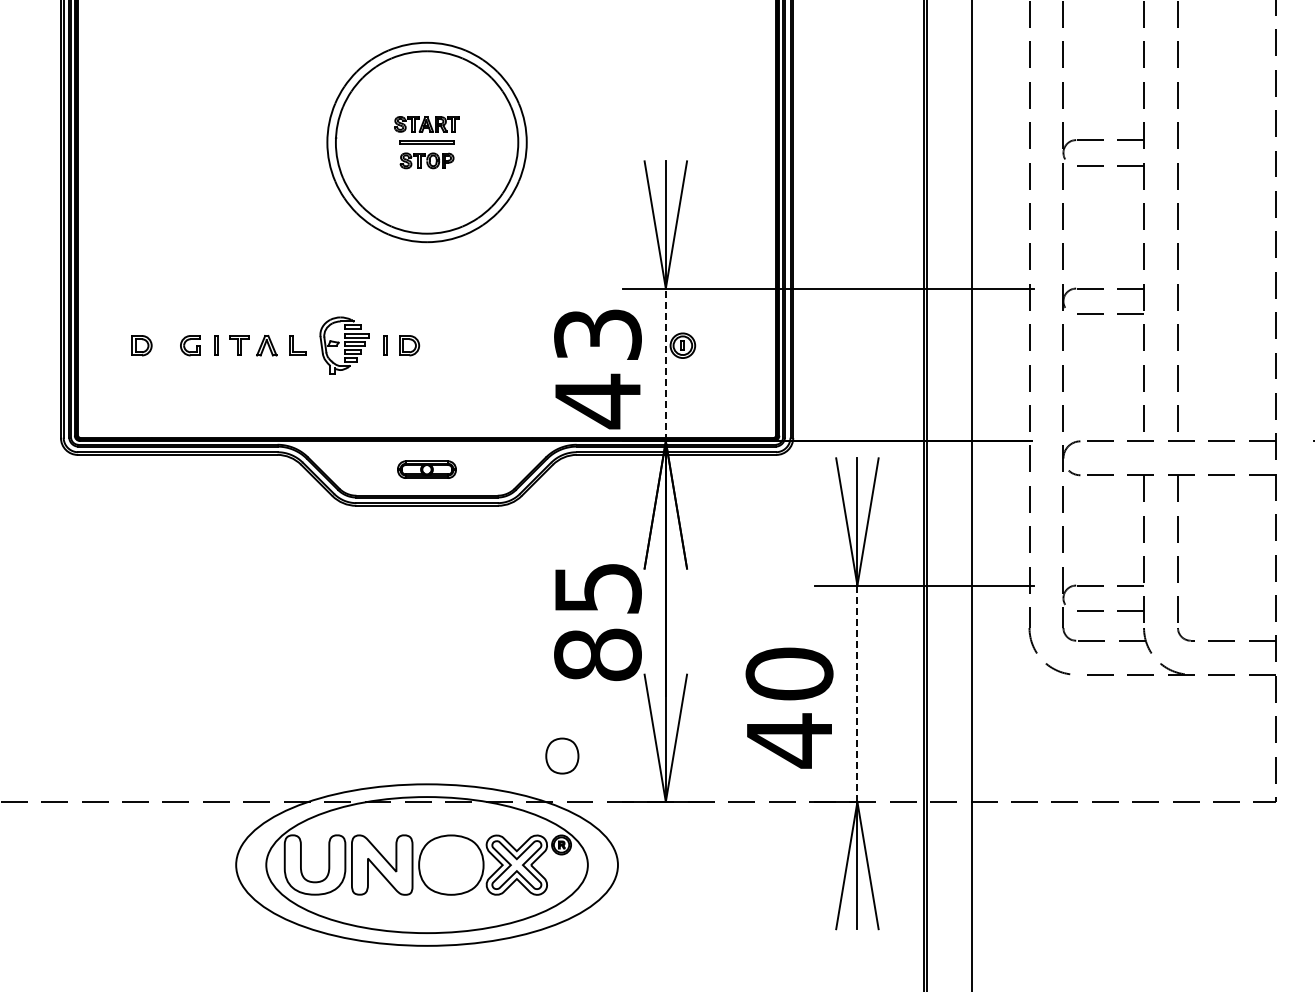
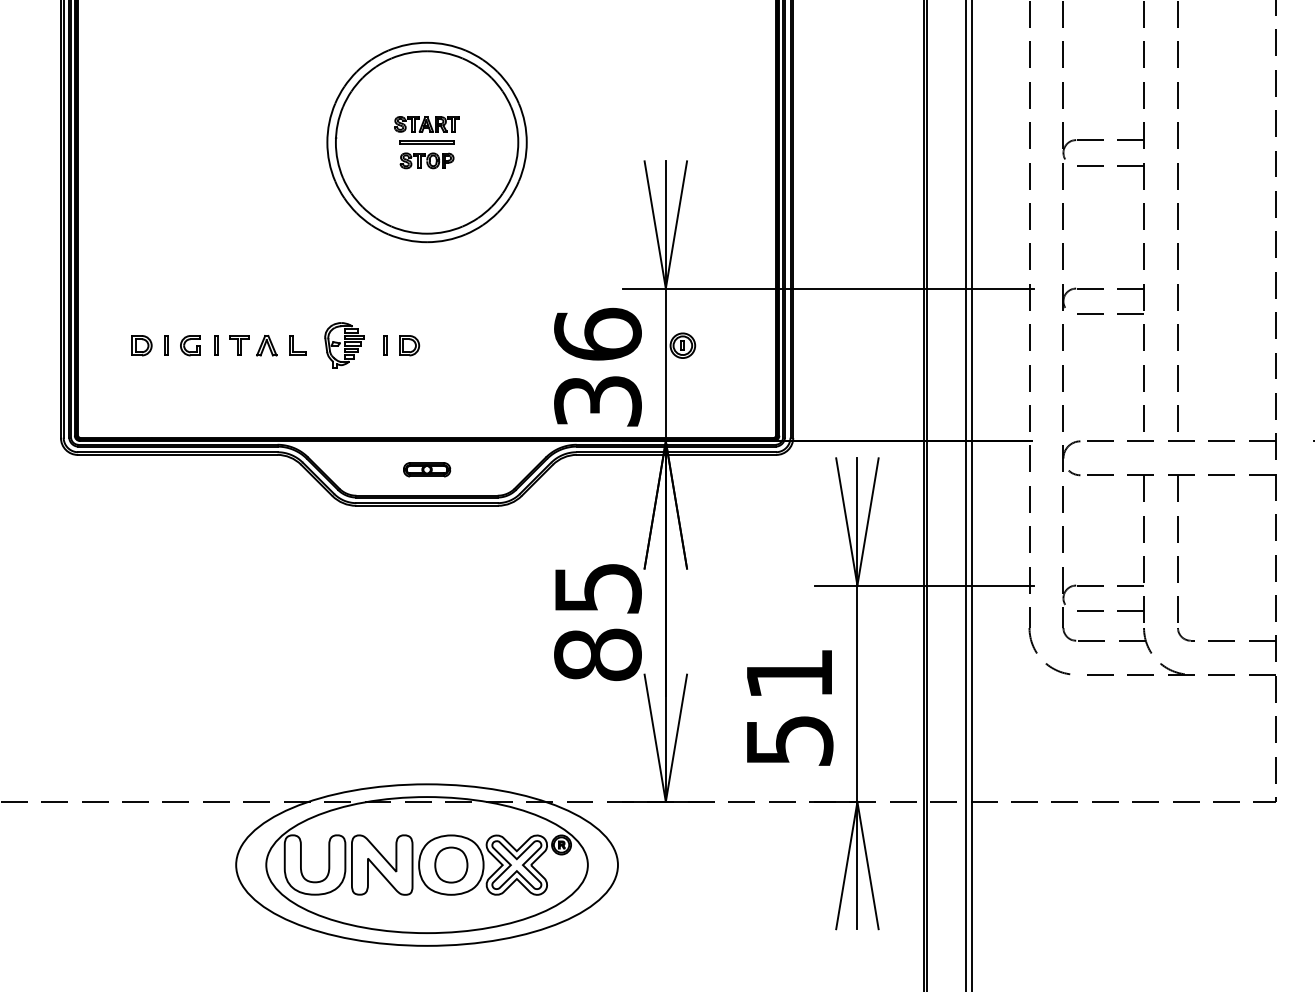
line at (165, 345): none -> present
part at (344, 345) size: 51x59 px -> 41x47 px
line at (665, 364): dashed -> solid
text at (597, 368): 43 -> 36
part at (426, 469) size: 60x19 px -> 49x16 px
line at (965, 495): none -> present
line at (857, 694): dashed -> solid
text at (789, 707): 40 -> 51
part at (562, 755) position: (562, 755) -> (451, 864)
